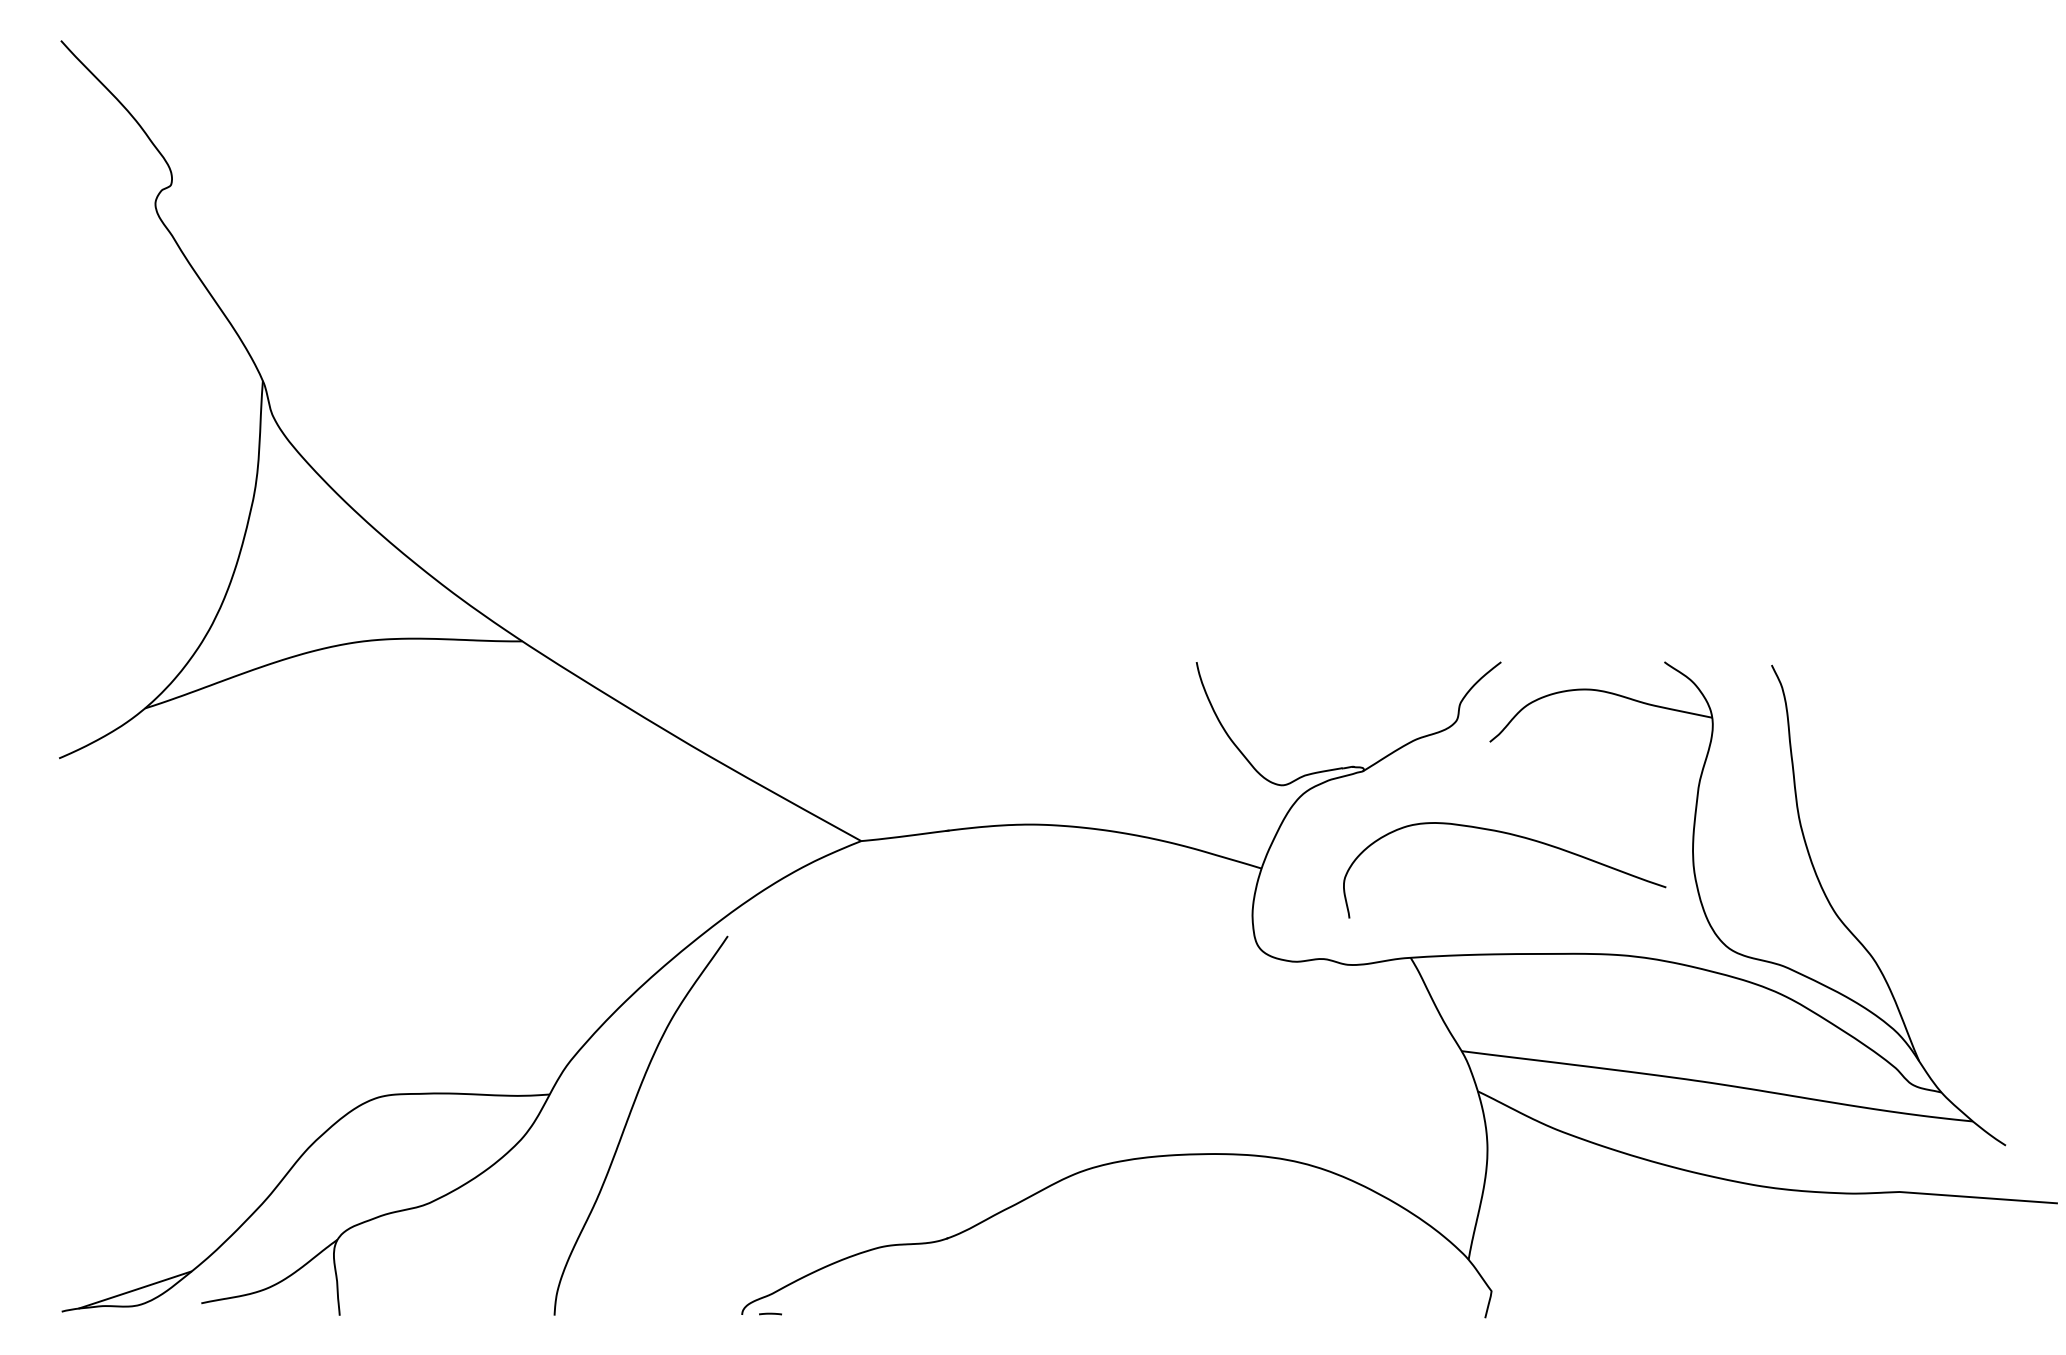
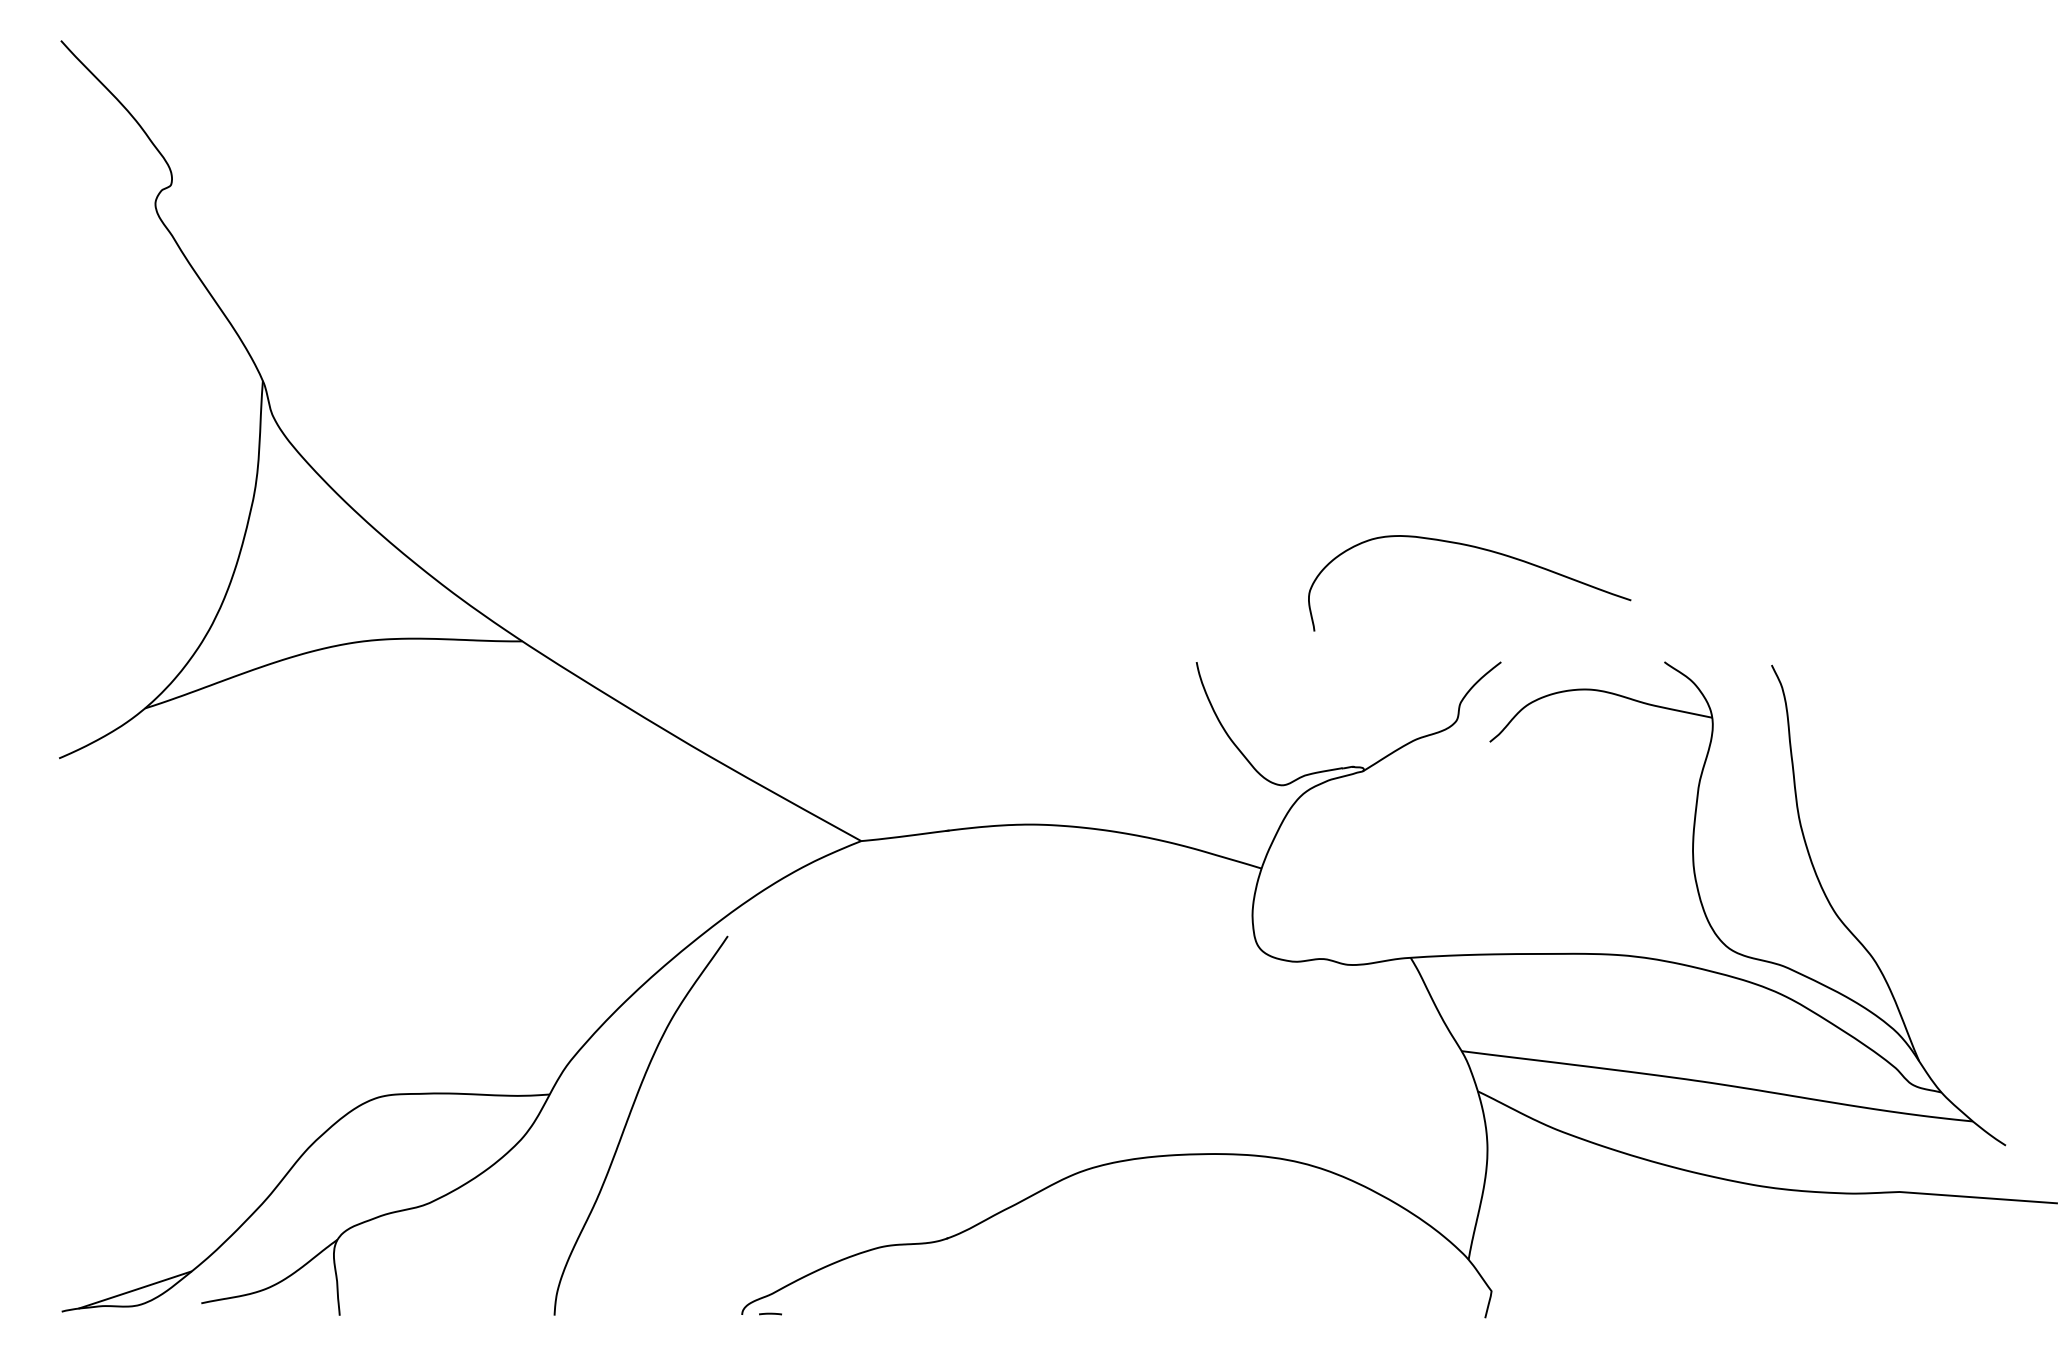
curve at (1511, 835) position: (1511, 835) -> (1476, 548)
